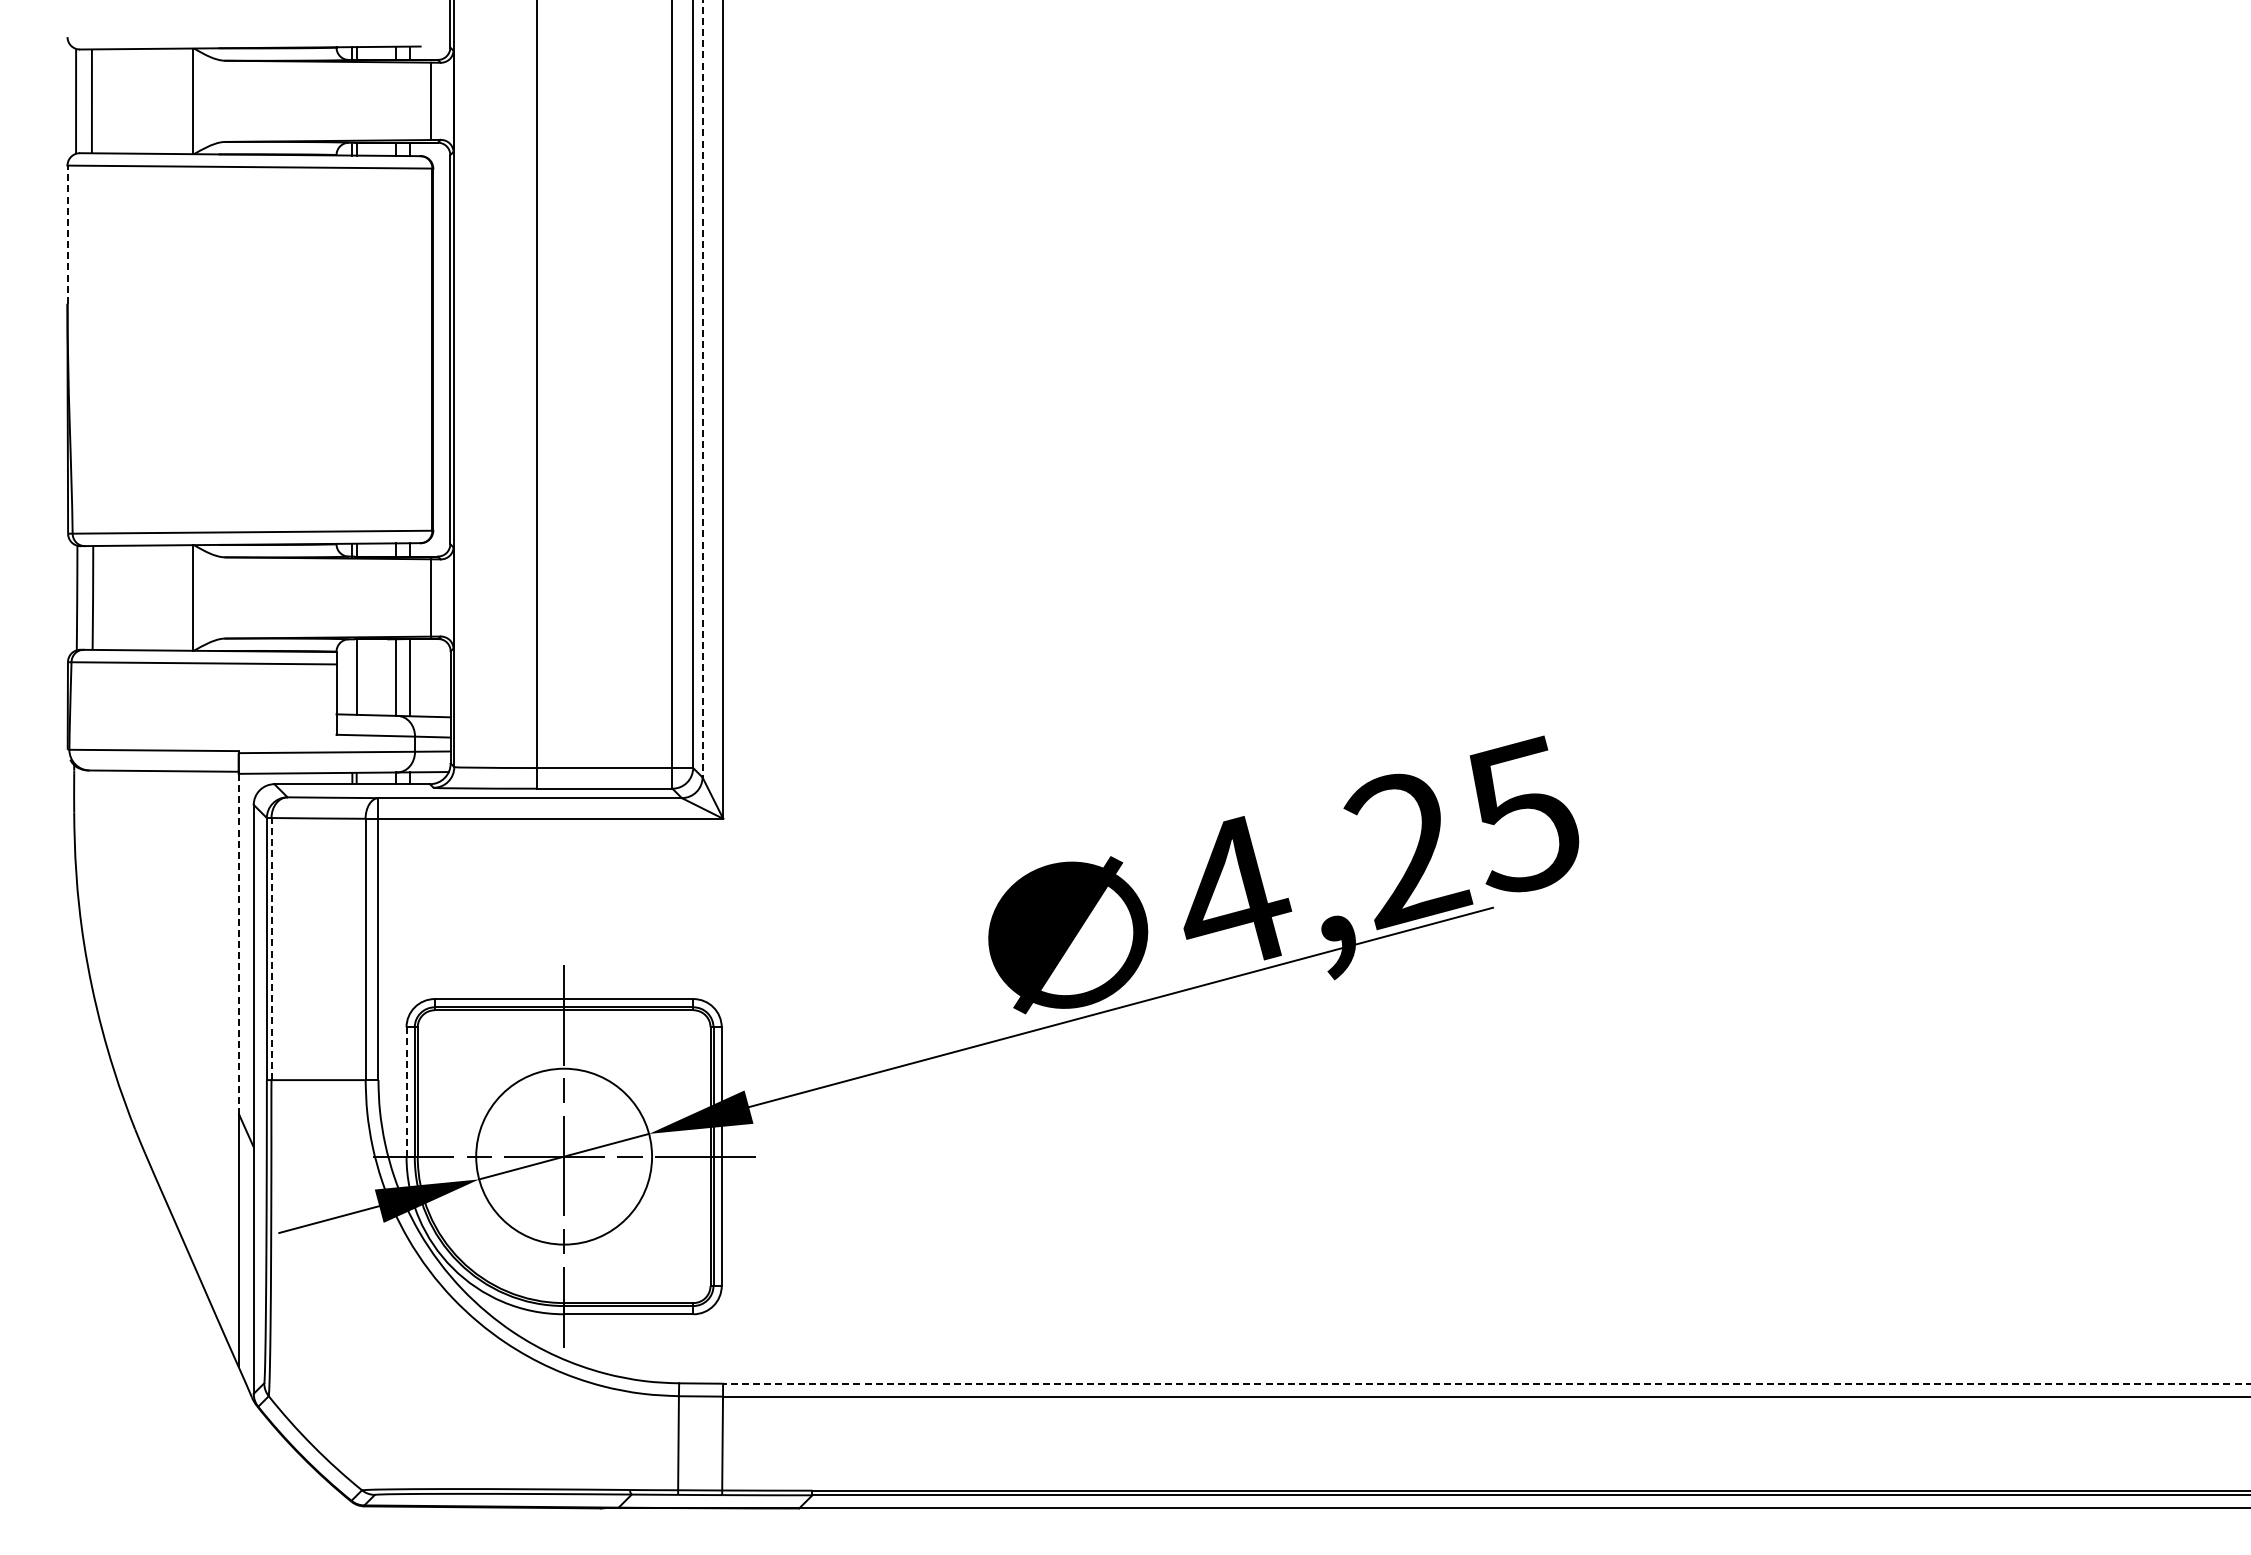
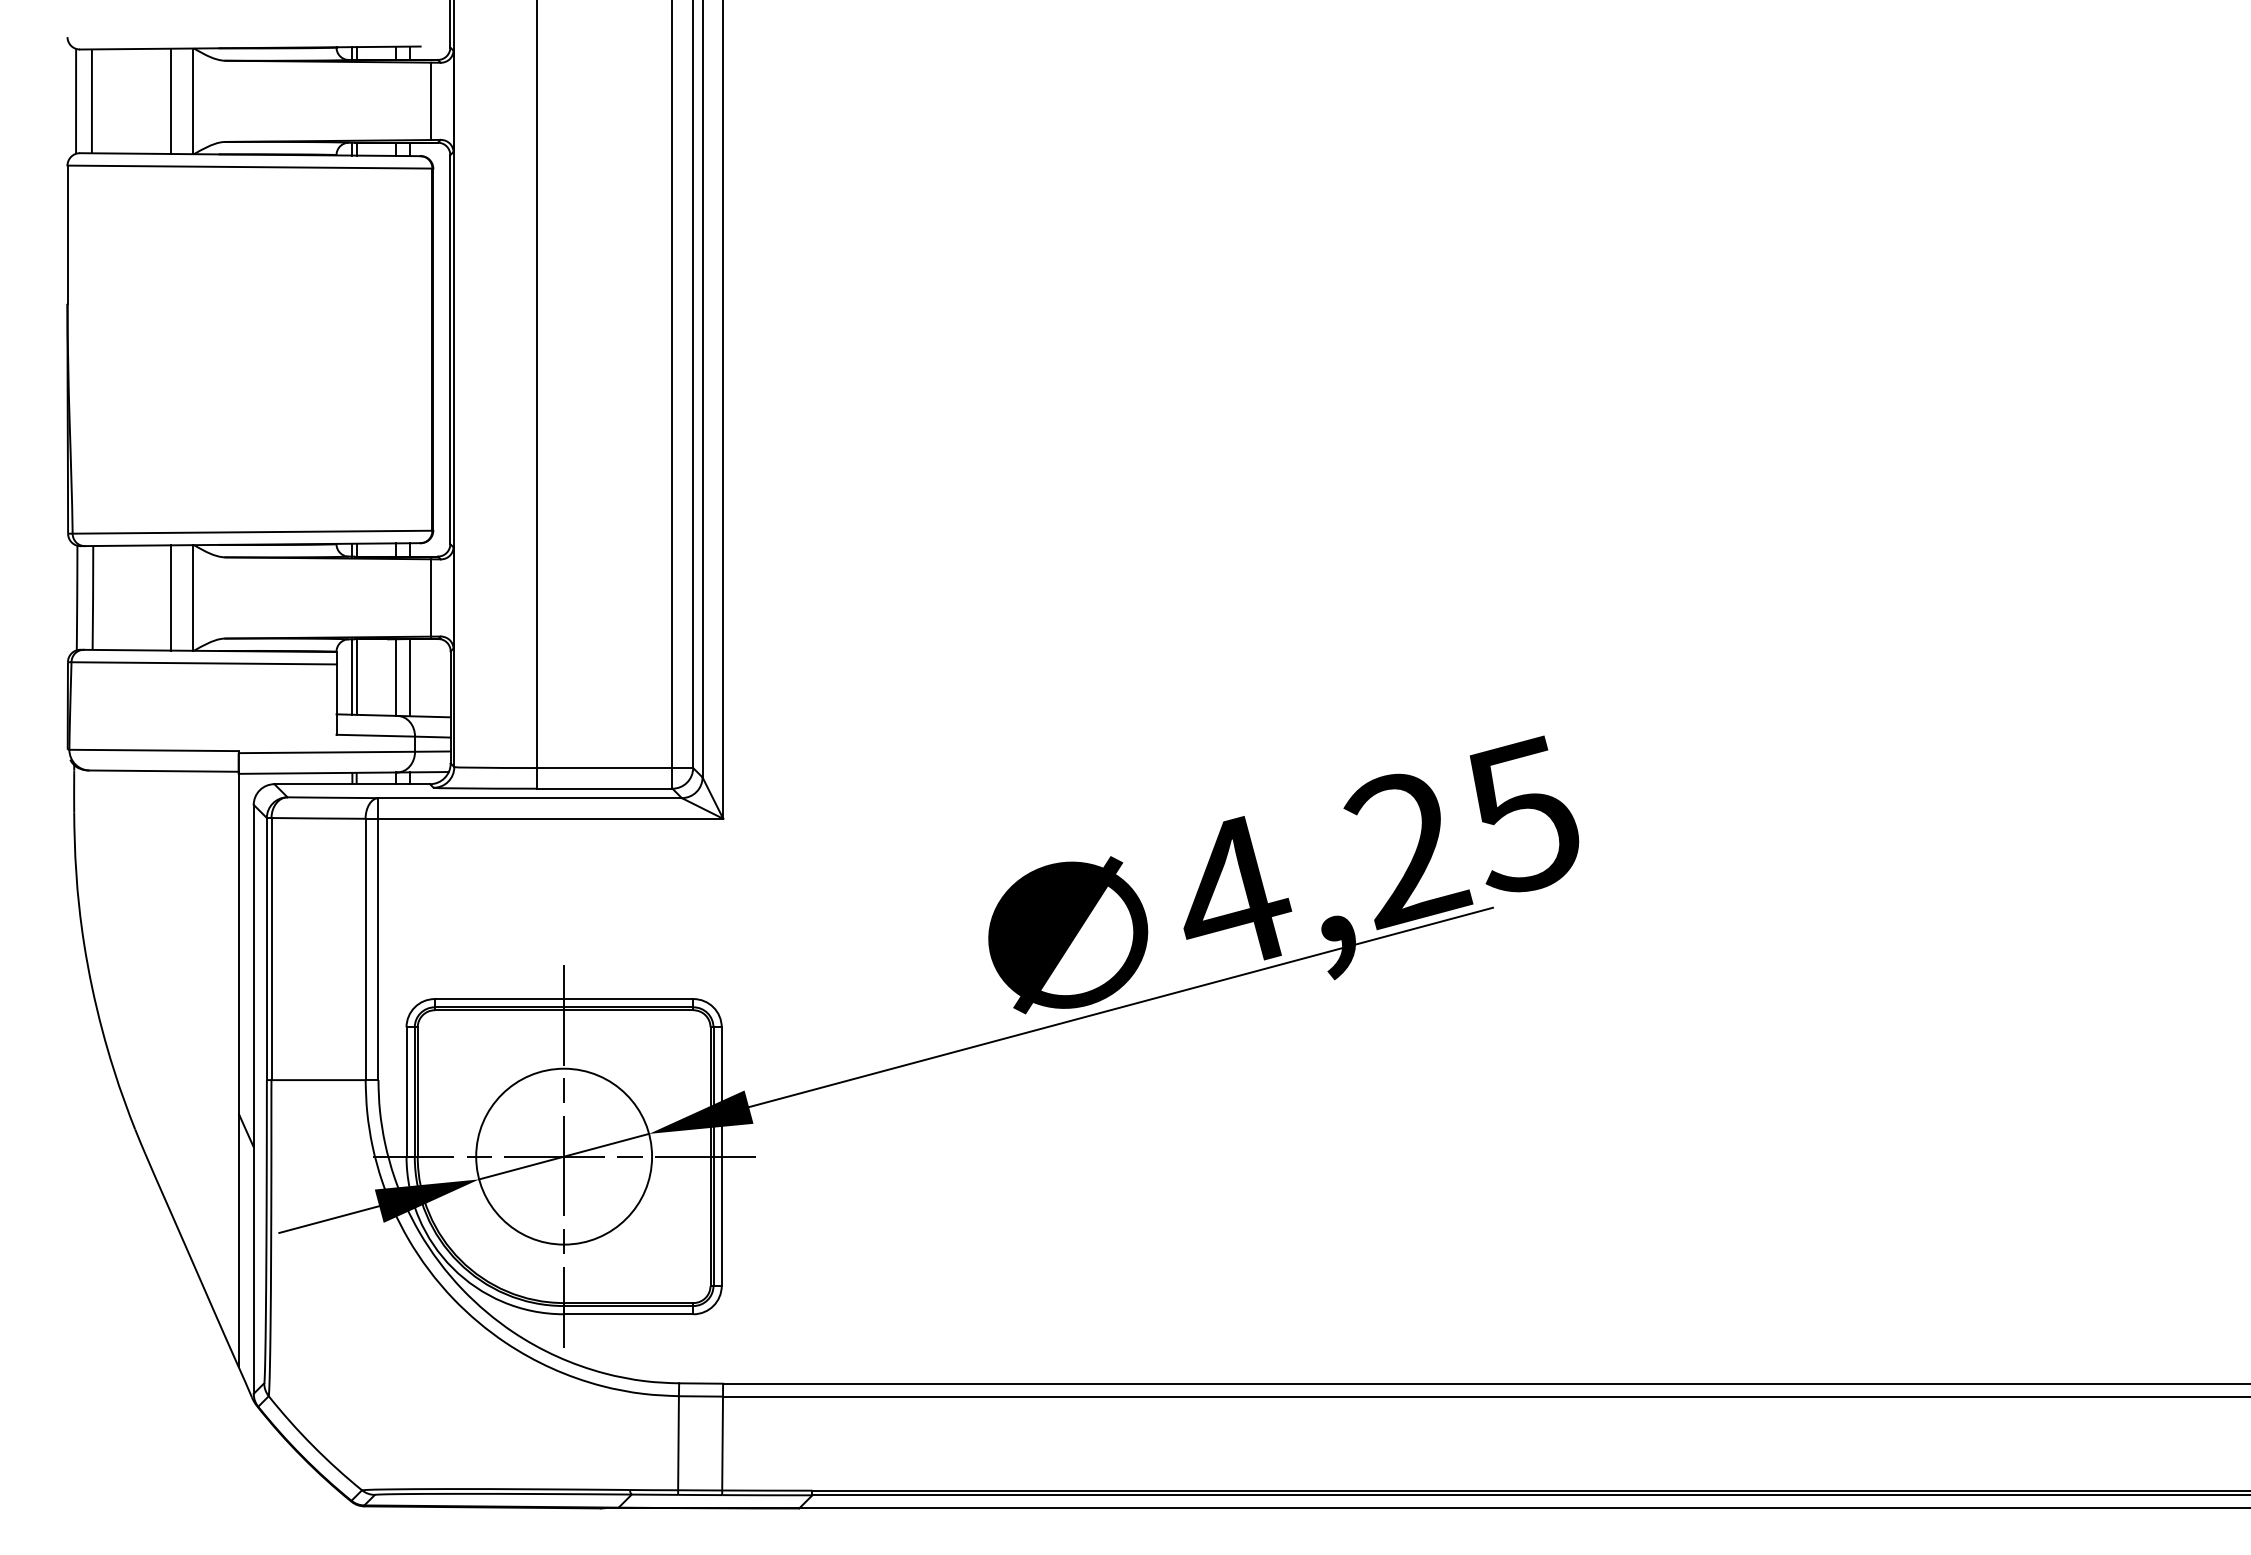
line at (170, 100): none -> present
line at (67, 234): dashed -> solid
line at (702, 389): dashed -> solid
line at (170, 597): none -> present
line at (352, 676): none -> present
line at (238, 943): dashed -> solid
line at (271, 948): dashed -> solid
line at (406, 1092): dashed -> solid
line at (1486, 1383): dashed -> solid
